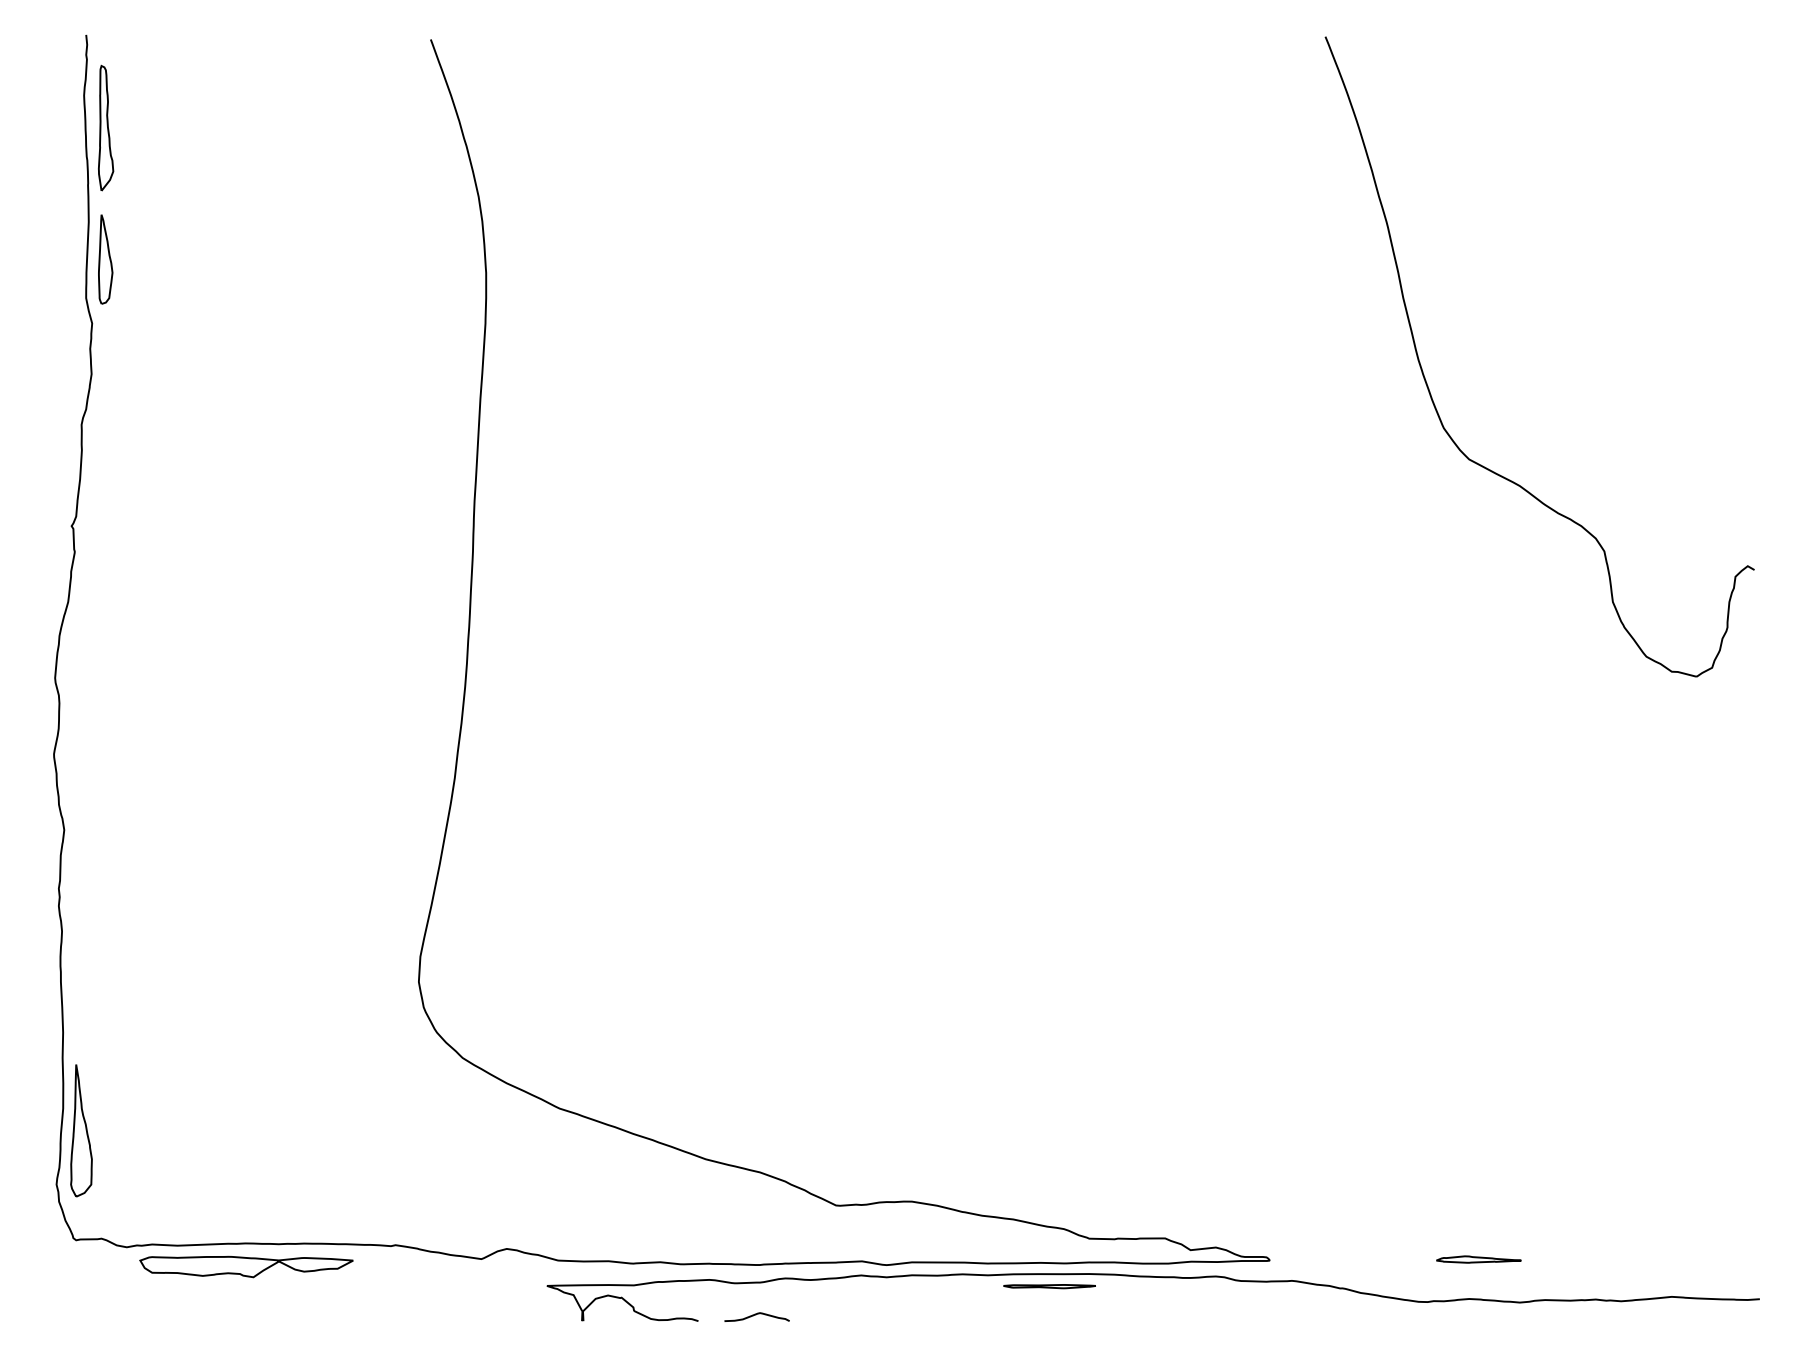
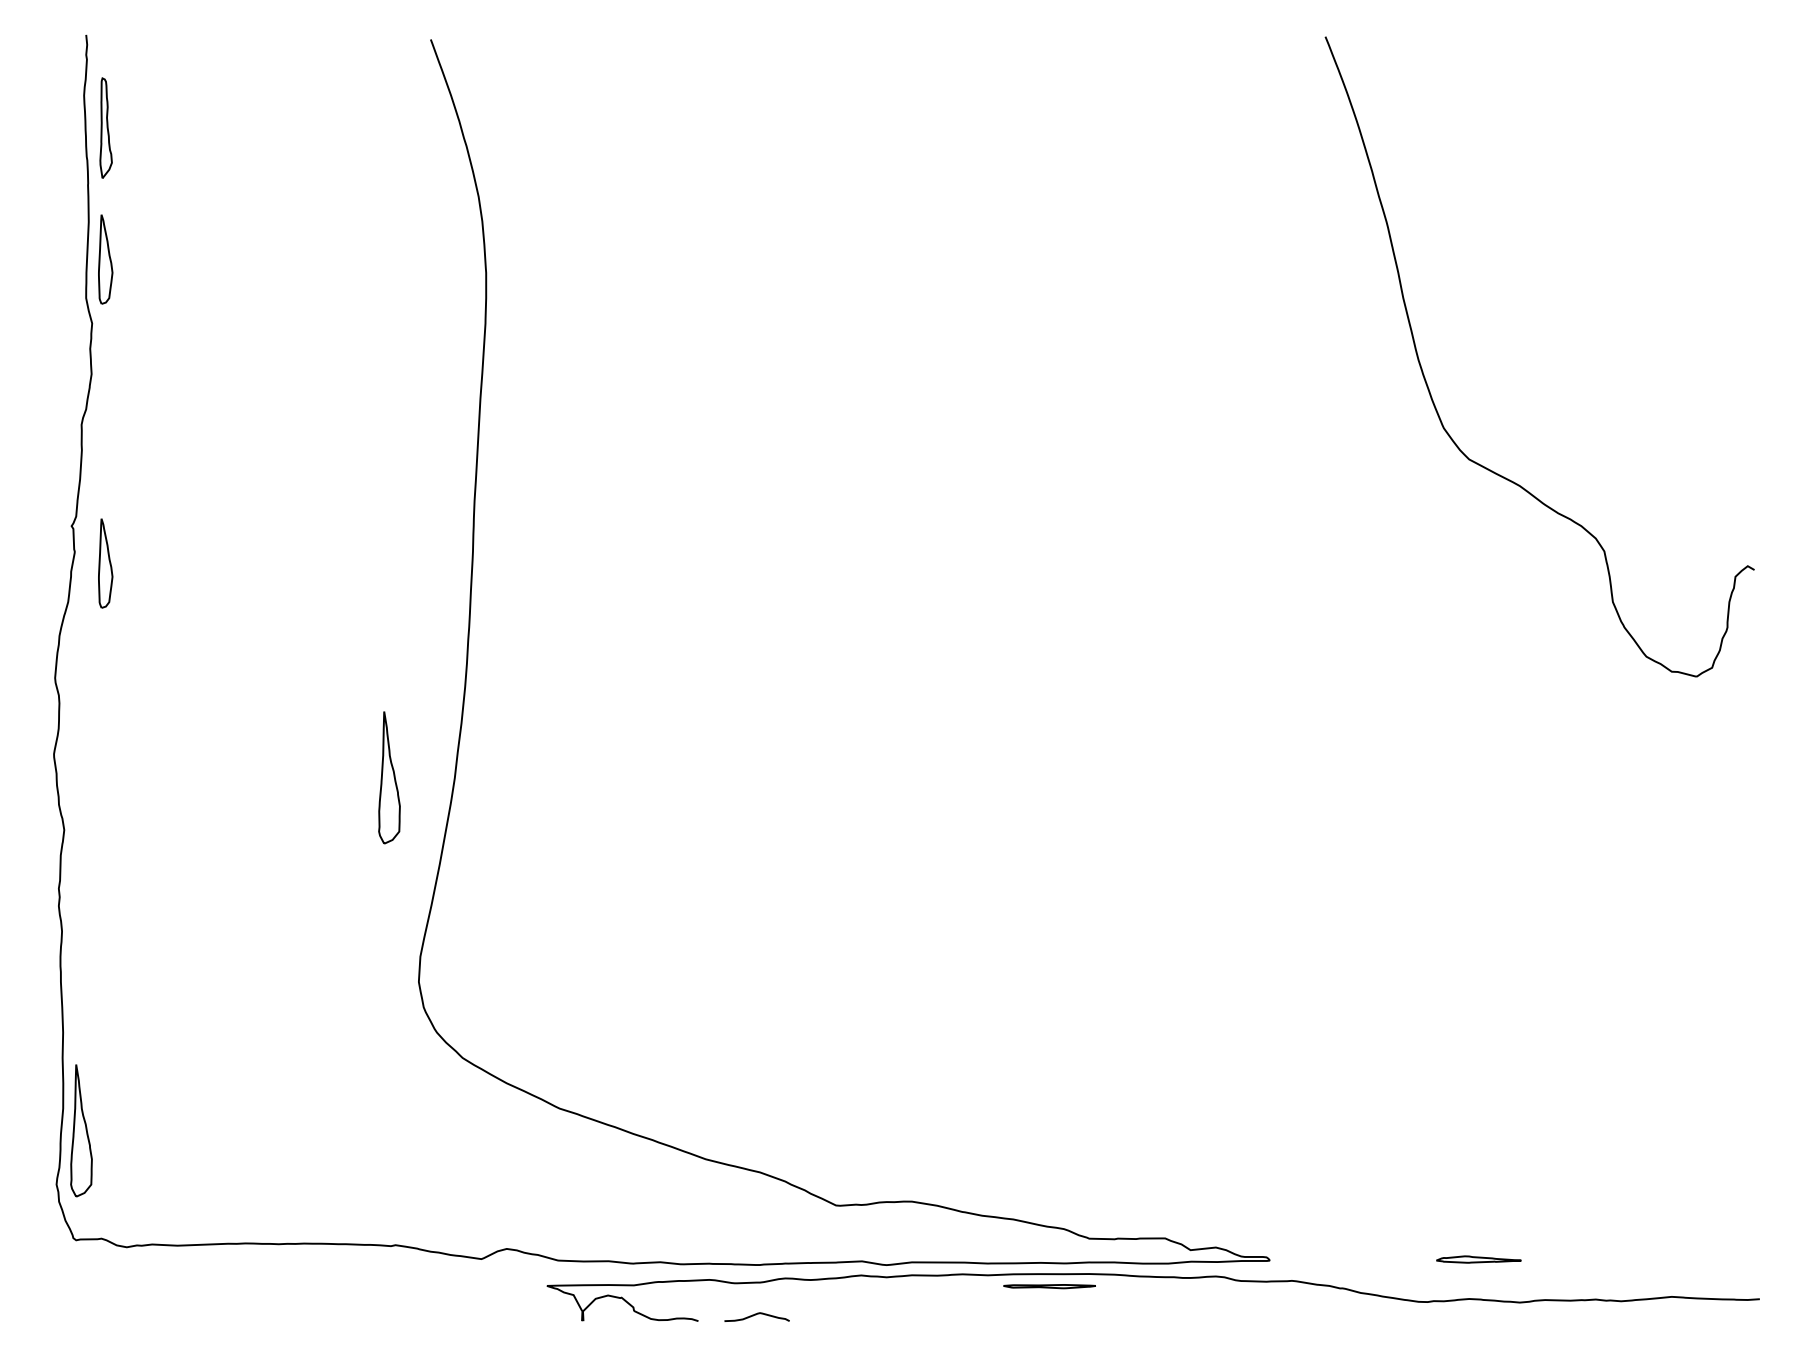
part at (106, 127) size: 17x128 px -> 14x102 px
part at (105, 563): none -> present
part at (389, 777): none -> present
part at (246, 1266): present -> none
